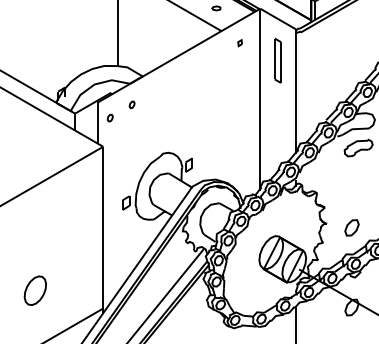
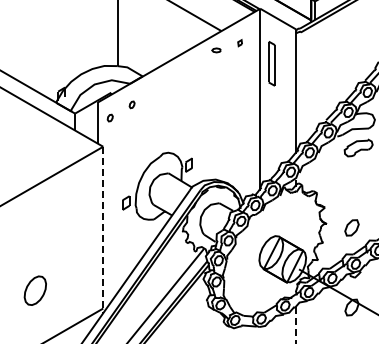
part at (216, 8) position: (216, 8) -> (216, 50)
part at (277, 60) position: (277, 60) -> (271, 63)
line at (103, 230): solid -> dashed
line at (296, 325): solid -> dashed
